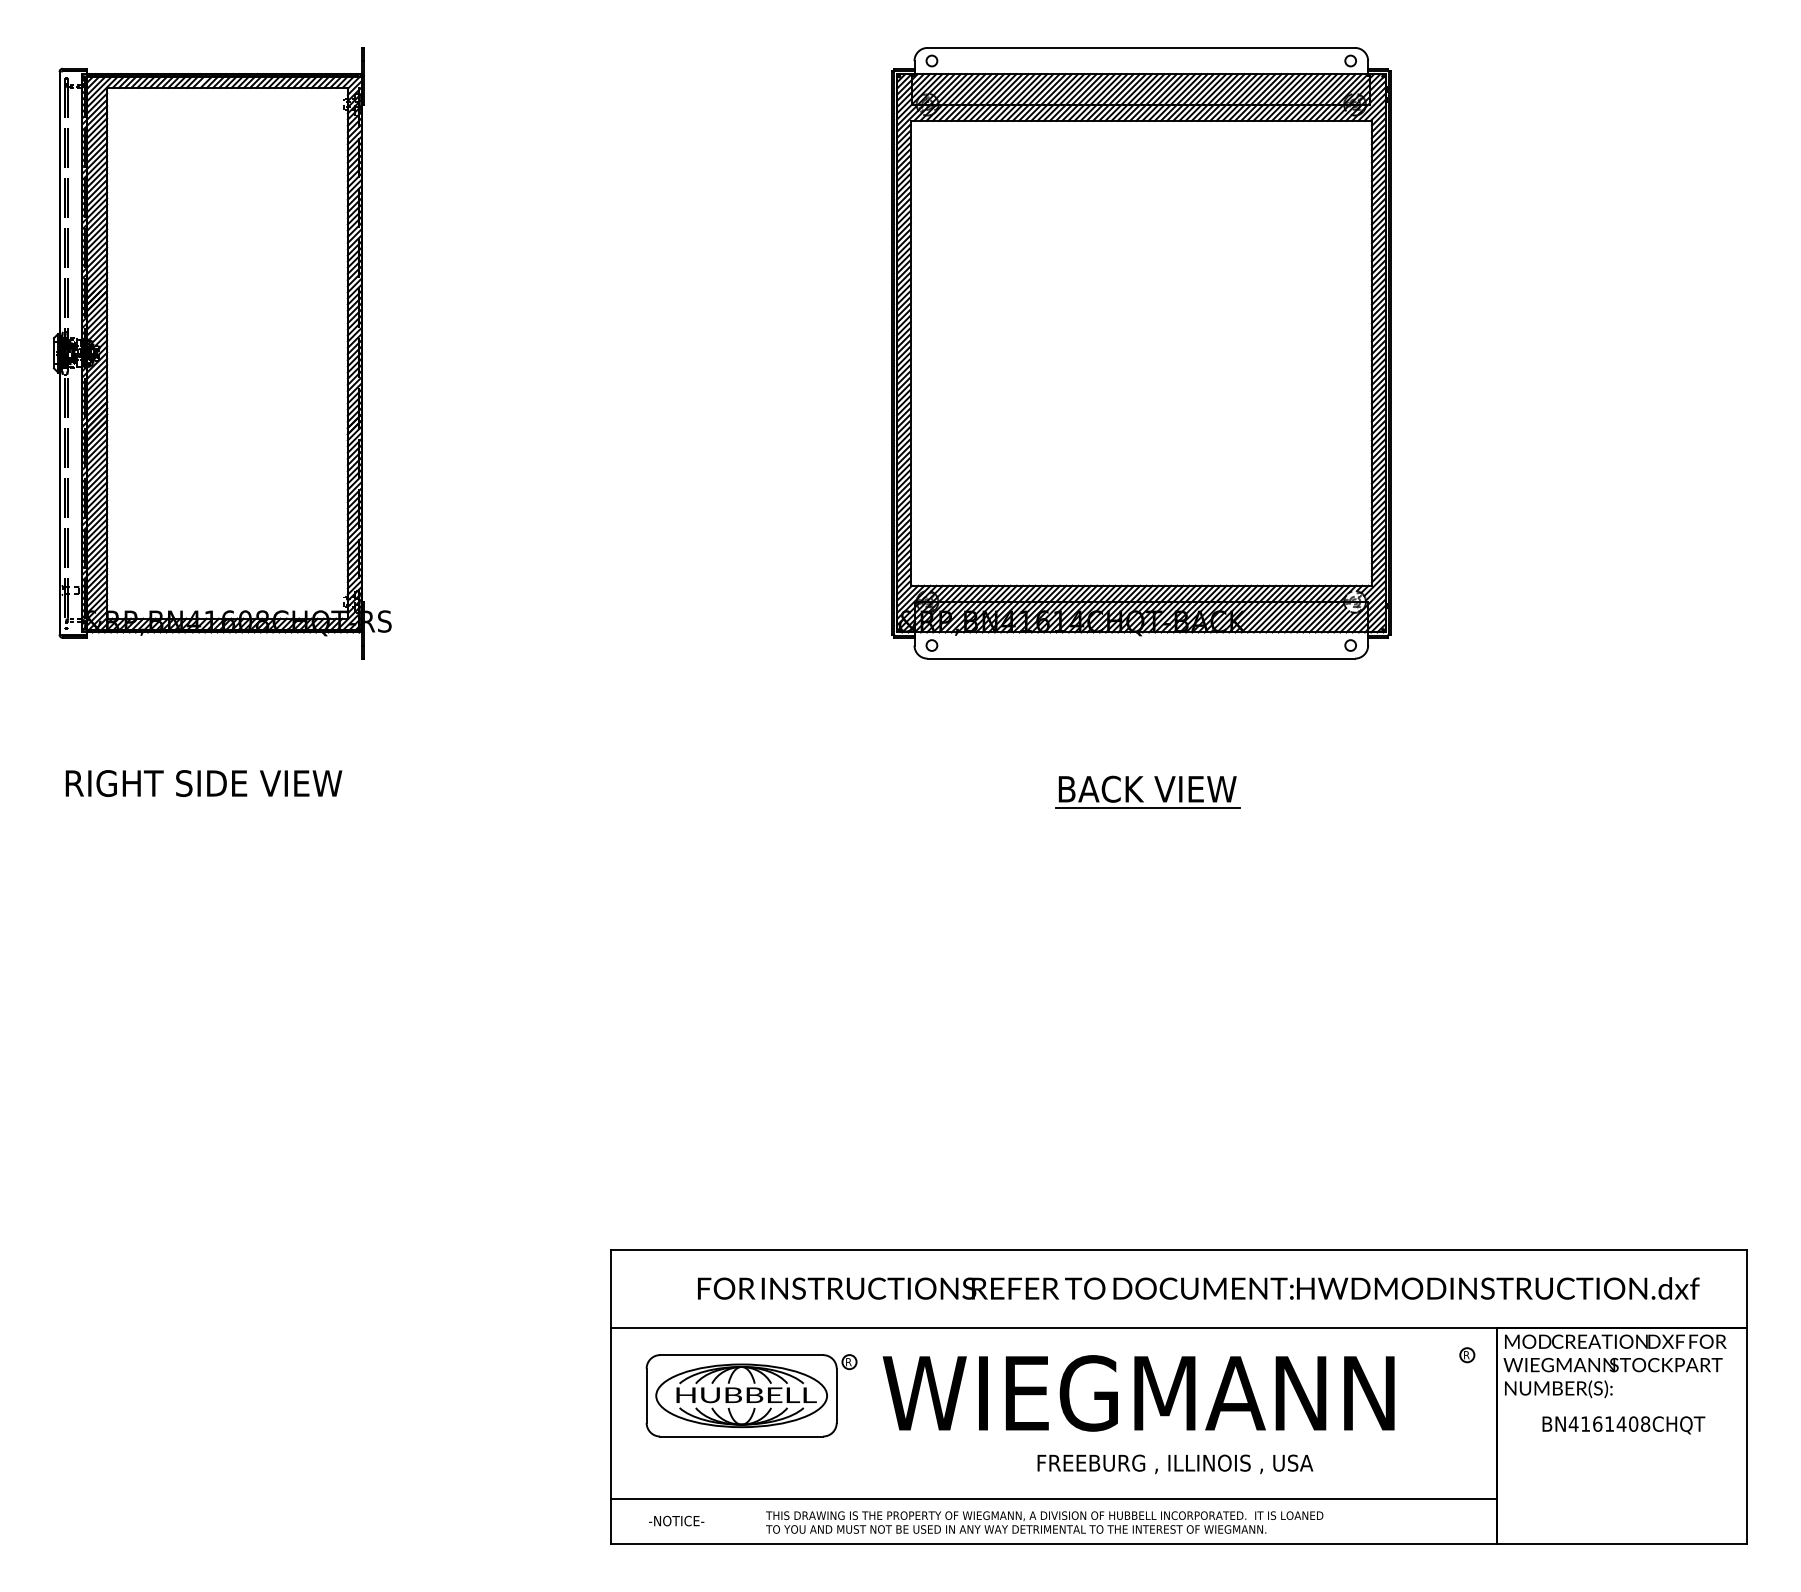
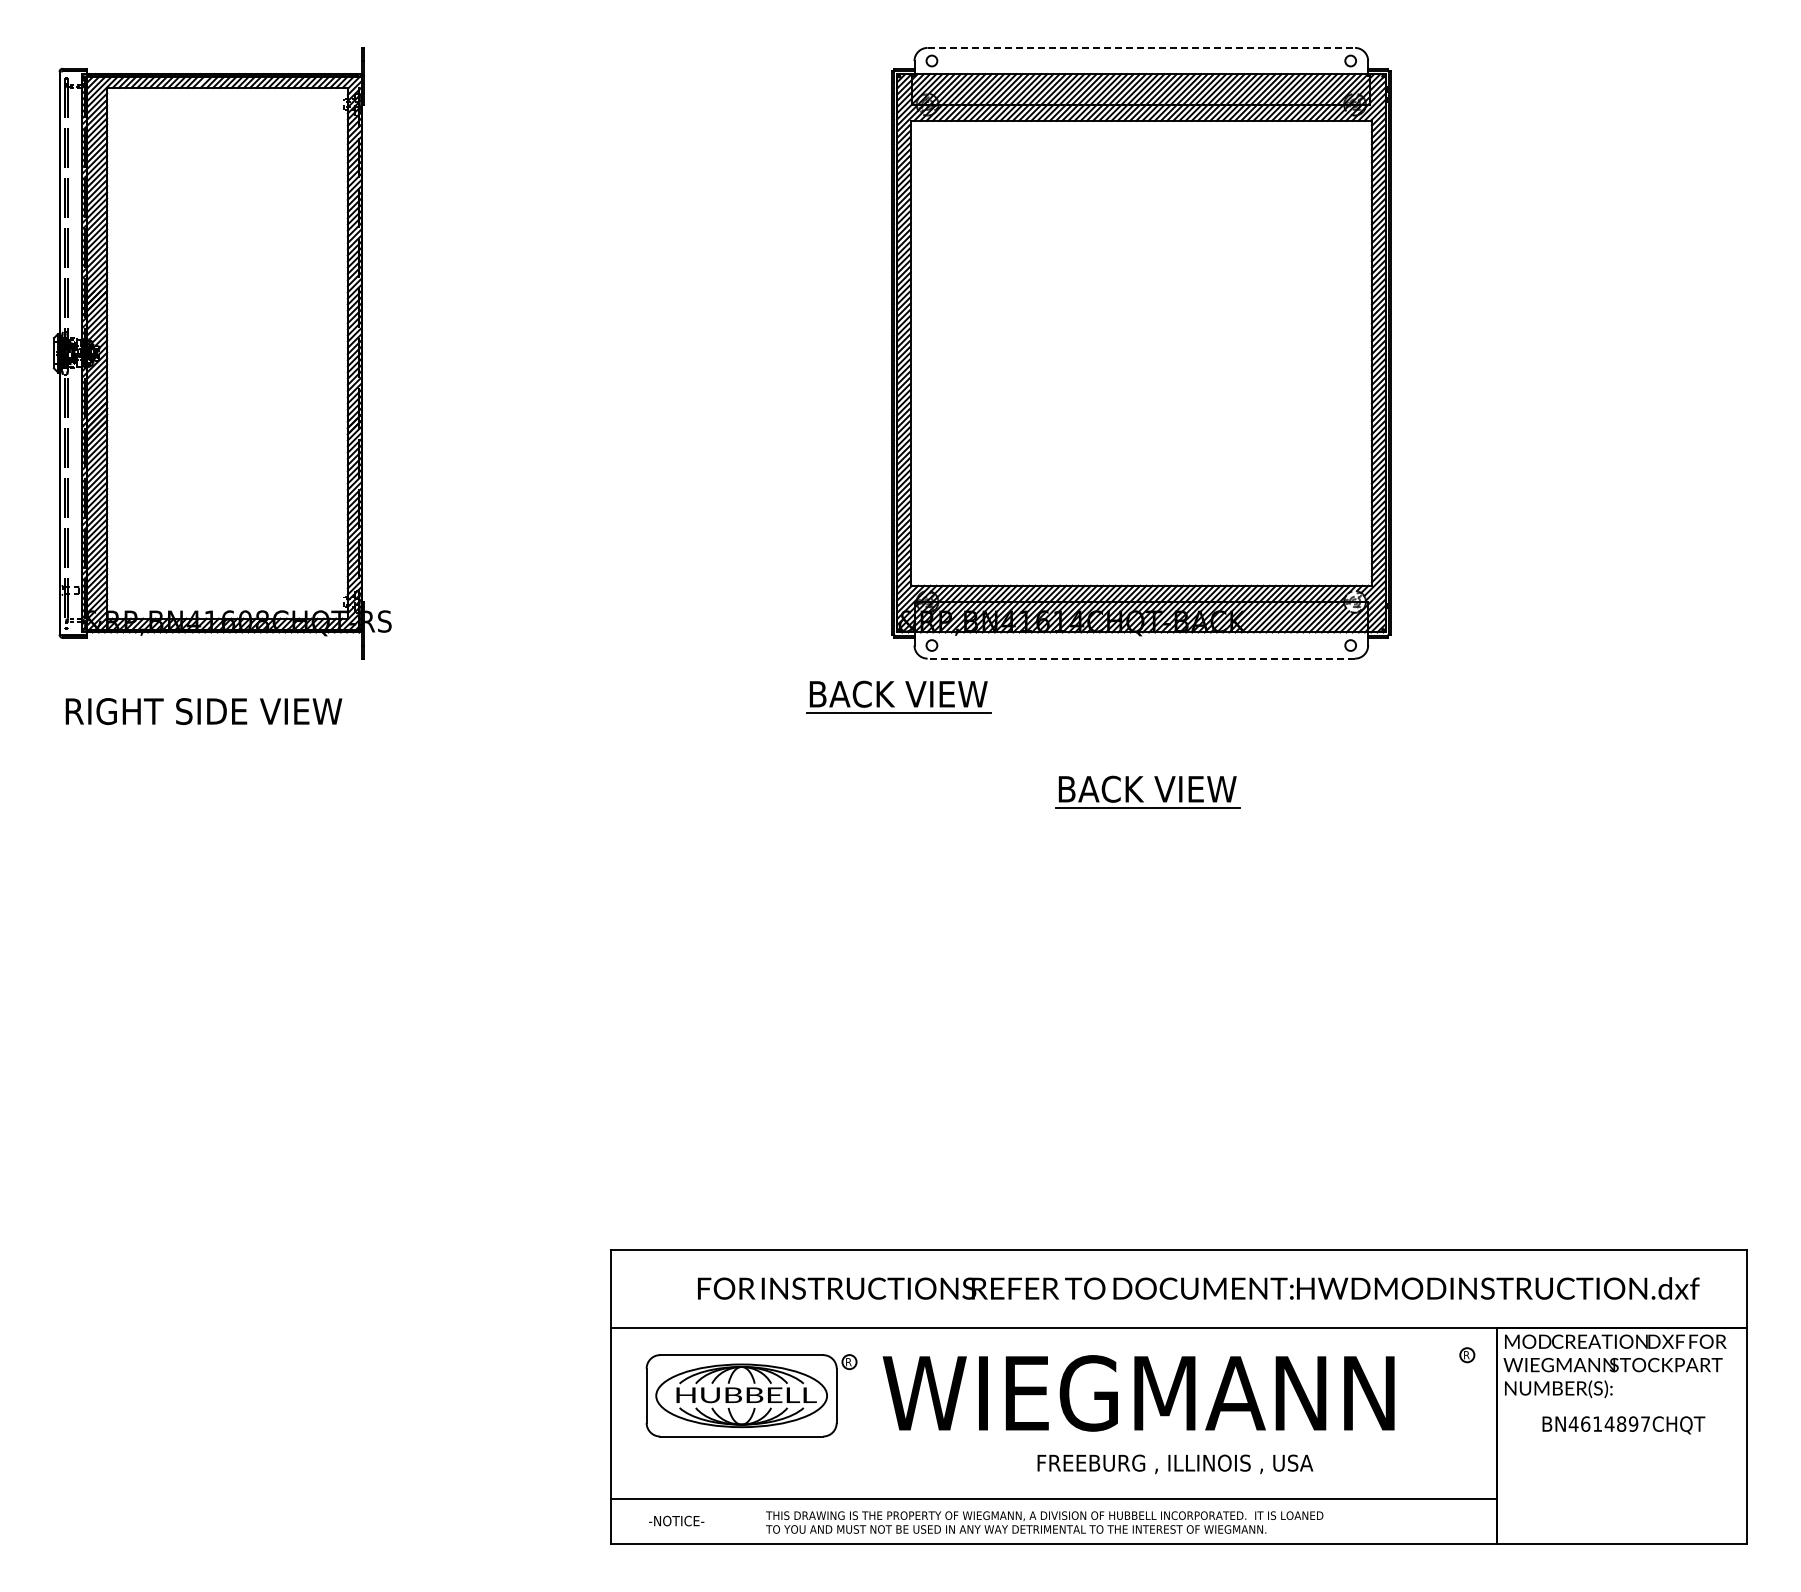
line at (1141, 47): solid -> dashed
line at (1141, 658): solid -> dashed
part at (890, 701): none -> present
text at (203, 783) position: (203, 783) -> (203, 711)
text at (1615, 1423): BN4161408CHQT -> BN4614897CHQT
